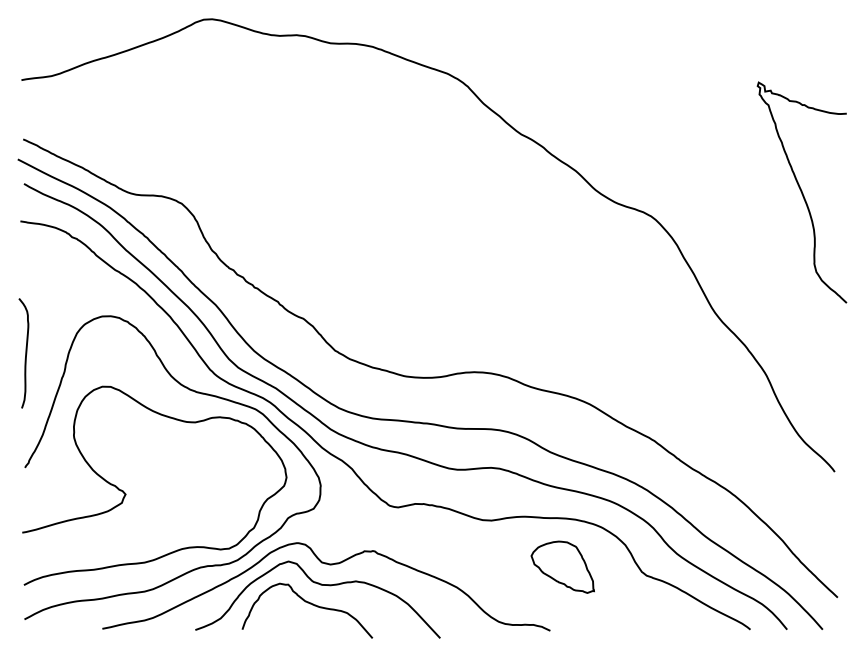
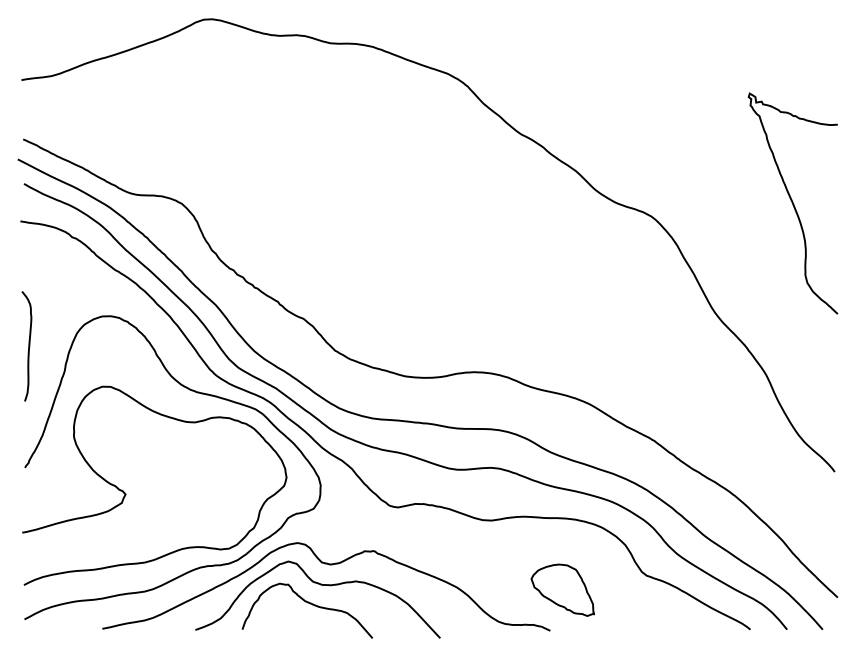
curve at (801, 192) position: (801, 192) -> (792, 203)
curve at (25, 353) position: (25, 353) -> (28, 346)
part at (562, 566) position: (562, 566) -> (562, 589)
